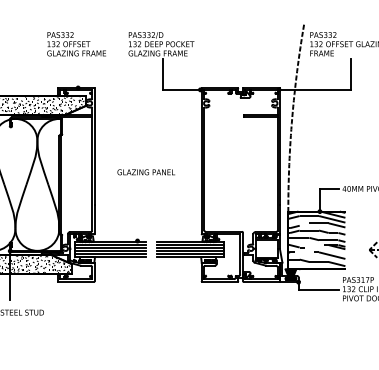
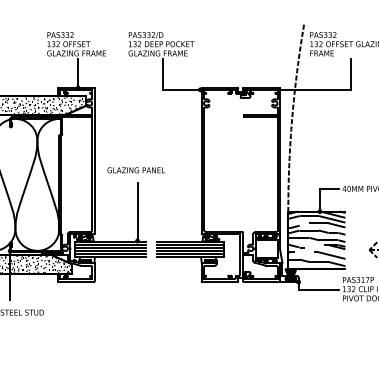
line at (78, 73): none -> present
text at (145, 172) position: (145, 172) -> (135, 170)
line at (137, 211): none -> present
